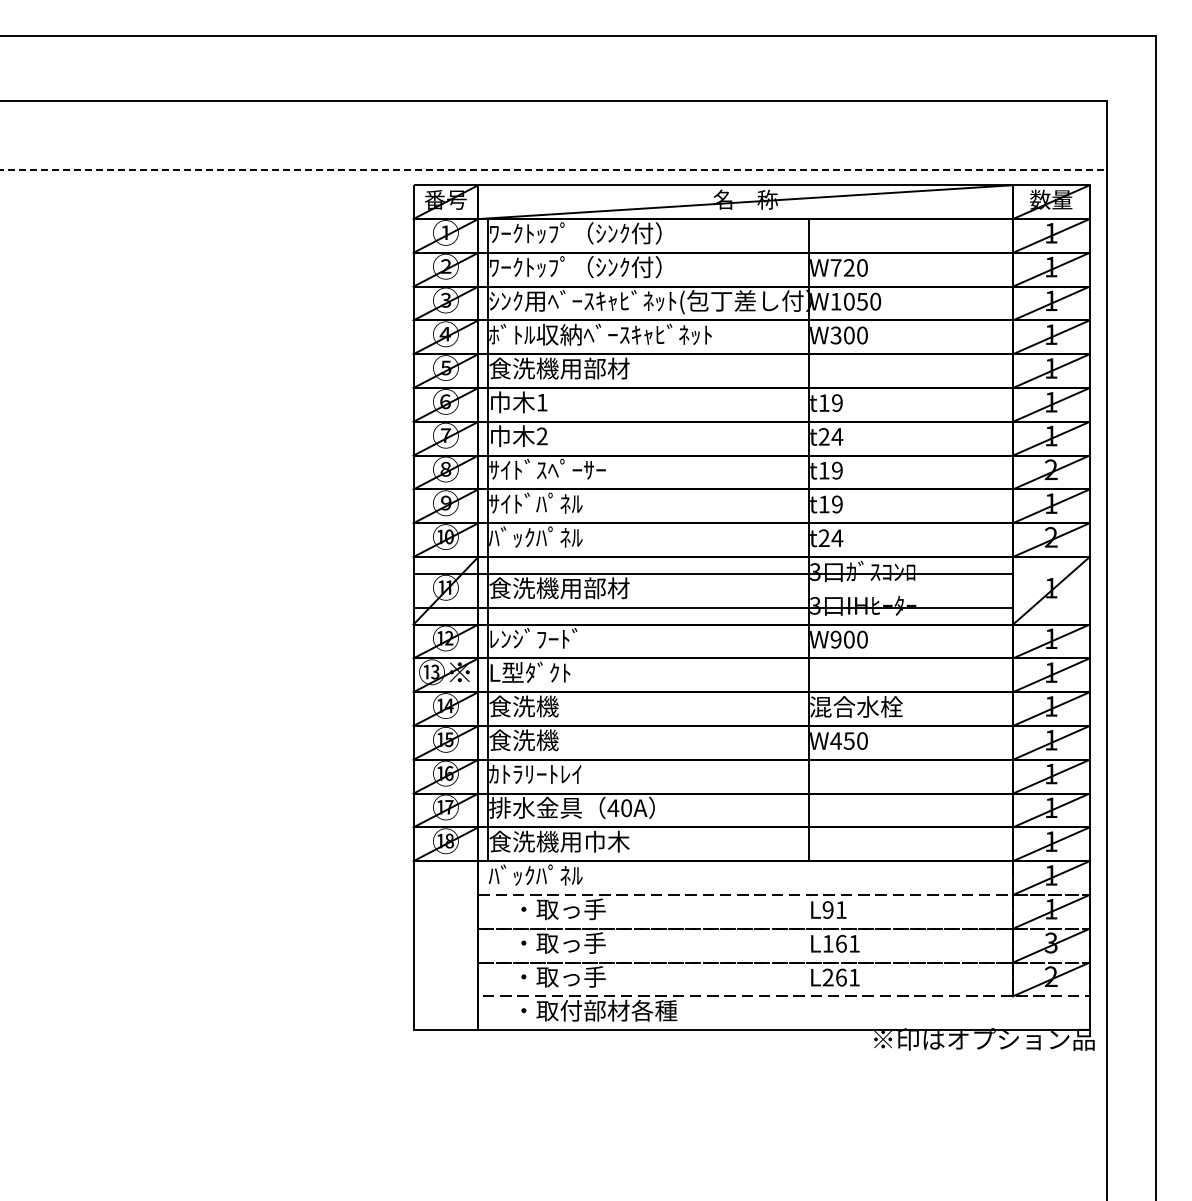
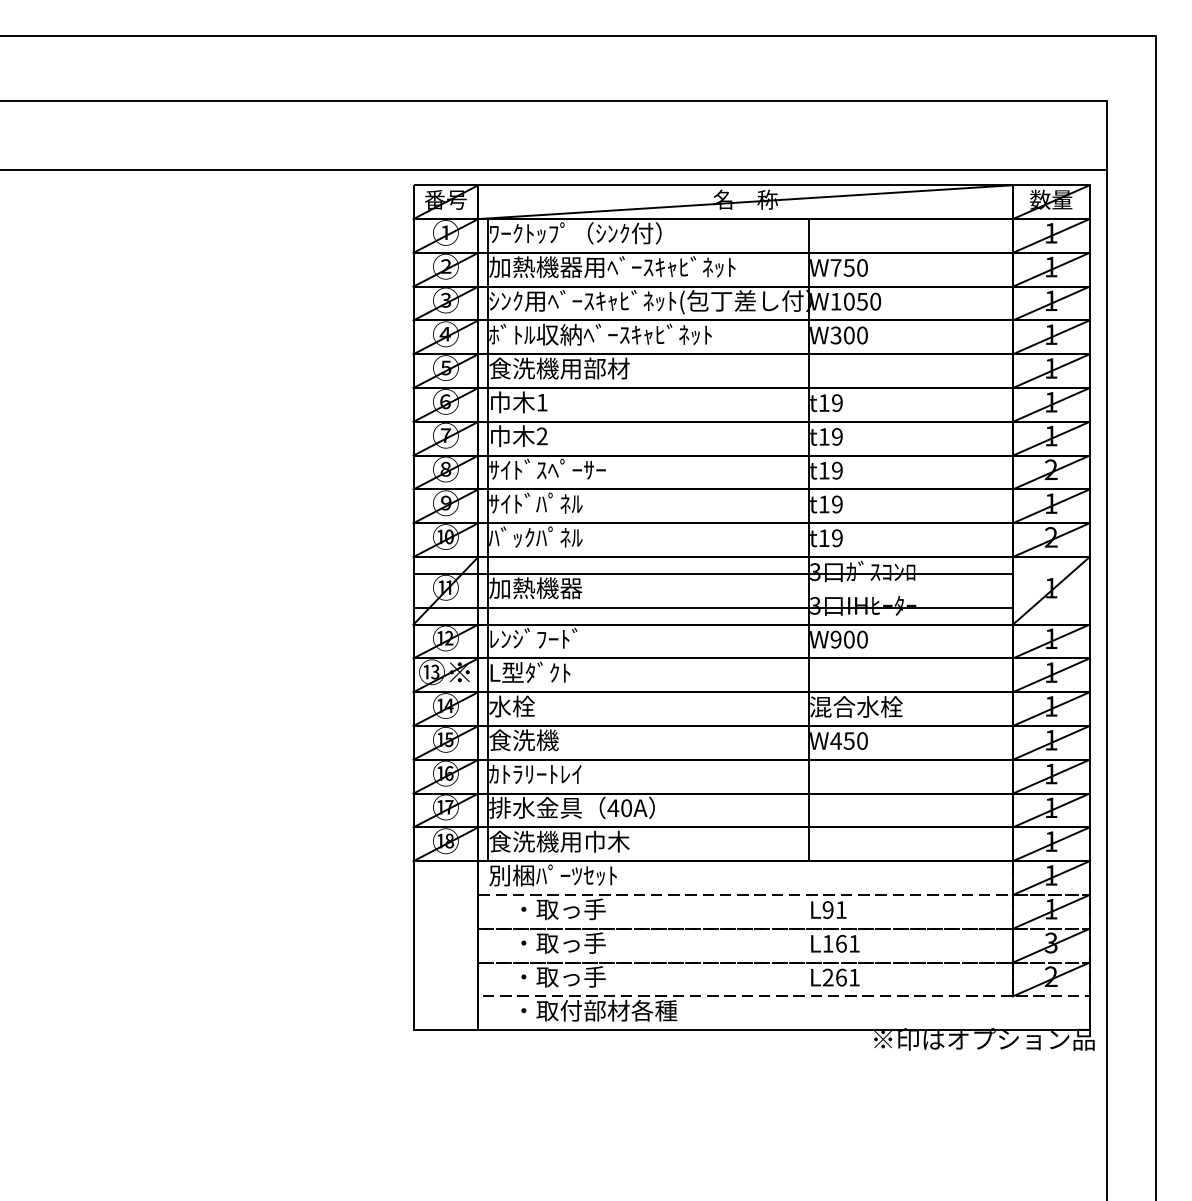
line at (553, 169): dashed -> solid
text at (612, 267): ﾜｰｸﾄｯﾌﾟ（ｼﾝｸ付） -> 加熱機器用ﾍﾞｰｽｷｬﾋﾞﾈｯﾄ
text at (848, 267): W720 -> W750
text at (830, 436): t24 -> t19
text at (830, 538): t24 -> t19
text at (559, 588): 食洗機用部材 -> 加熱機器
text at (523, 706): 食洗機 -> 水栓
text at (552, 875): ﾊﾞｯｸﾊﾟﾈﾙ -> 別梱ﾊﾟｰﾂｾｯﾄ
